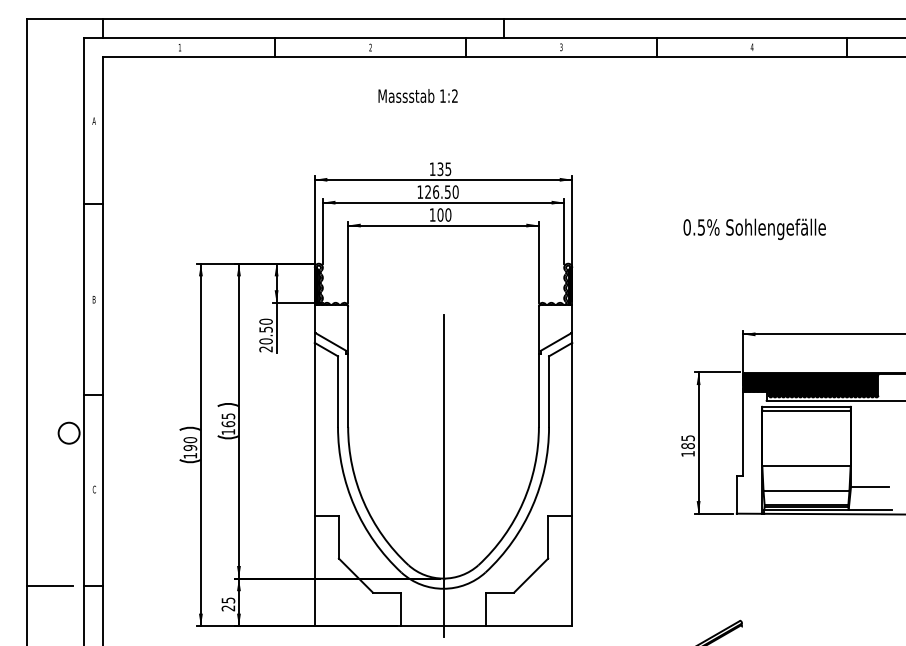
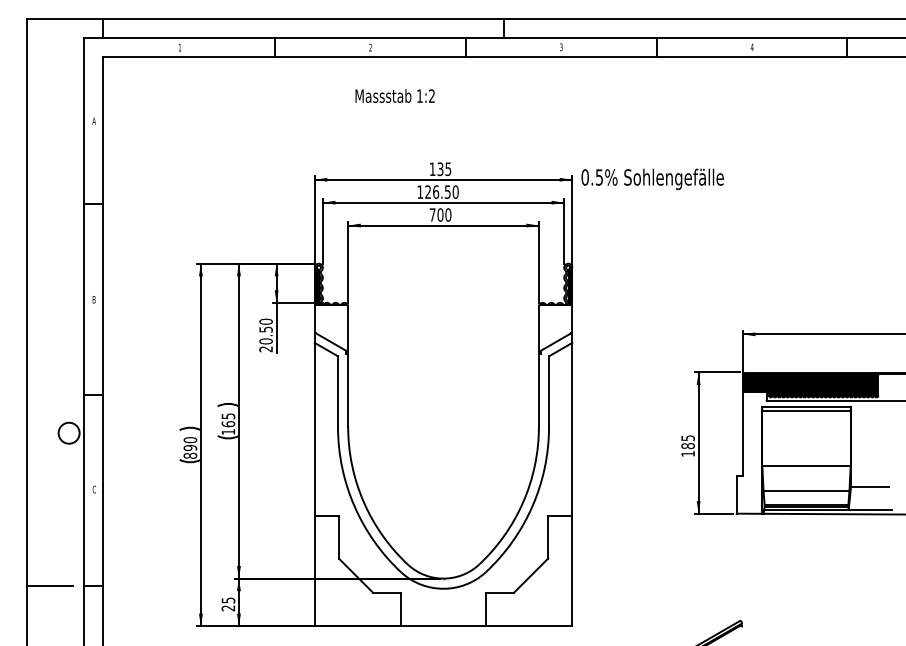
text at (417, 95) position: (417, 95) -> (394, 95)
text at (432, 214): 100 -> 700
text at (754, 229) position: (754, 229) -> (652, 179)
text at (190, 455): 190 -> 890
line at (443, 475): present -> none
